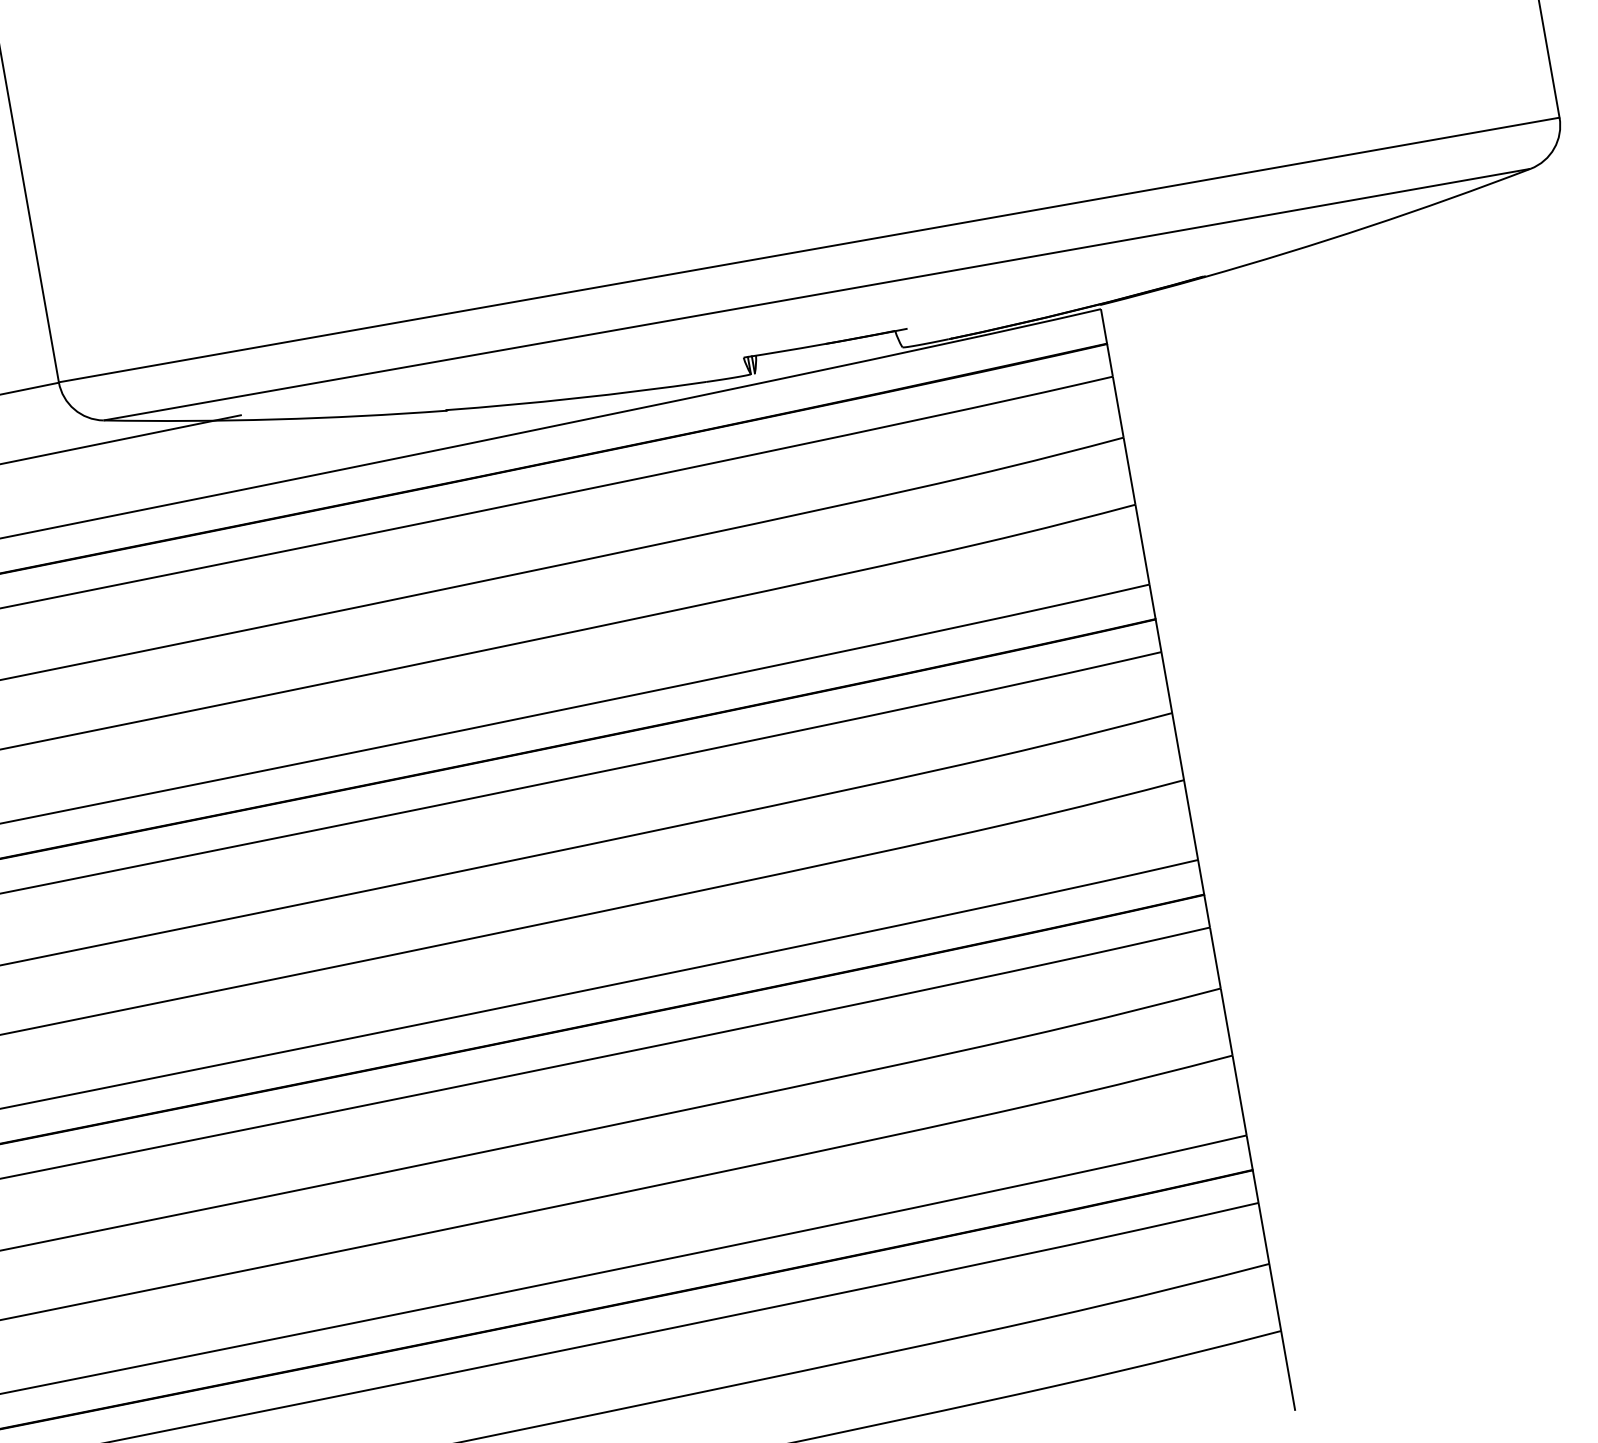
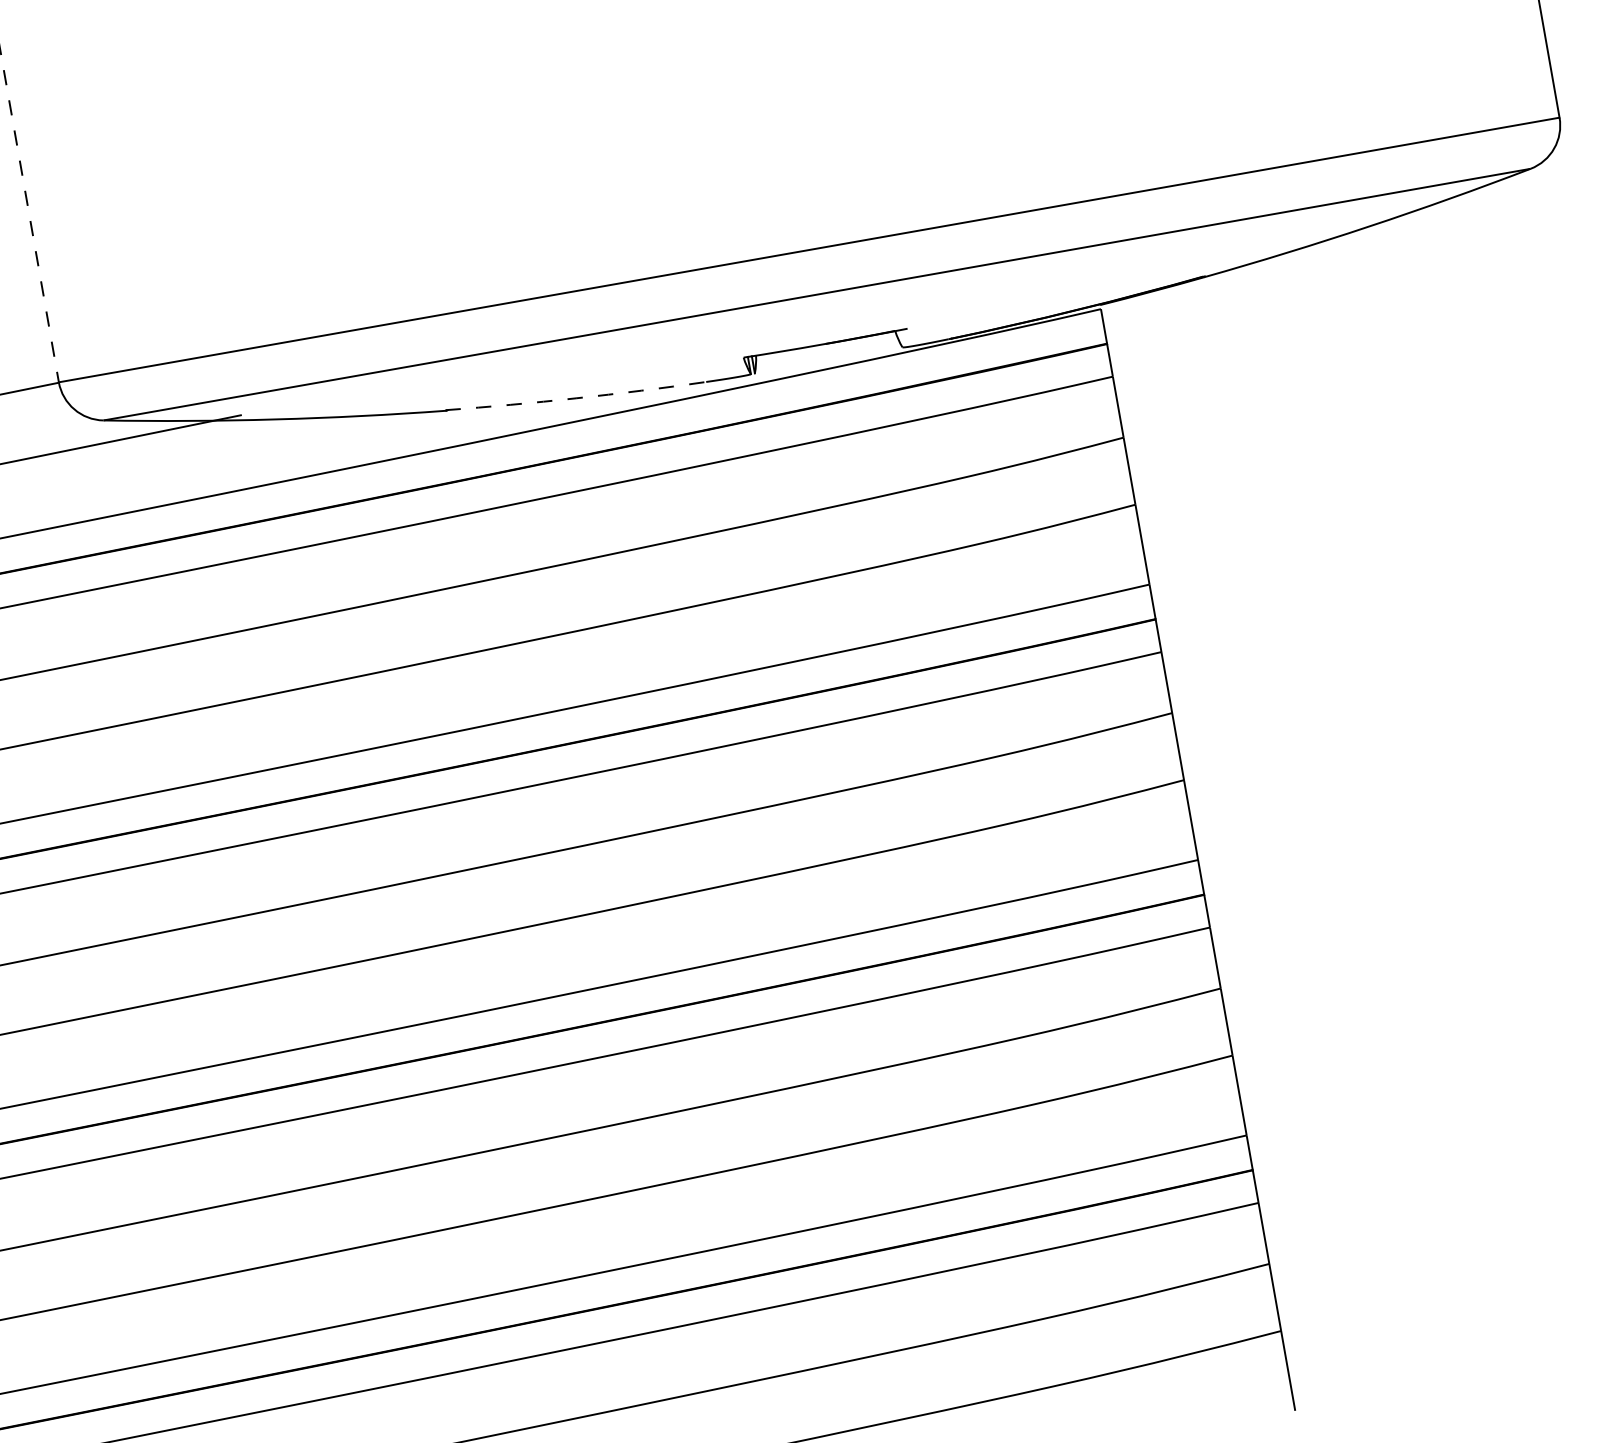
line at (29, 215): solid -> dashed
arc at (576, 398): solid -> dashed
